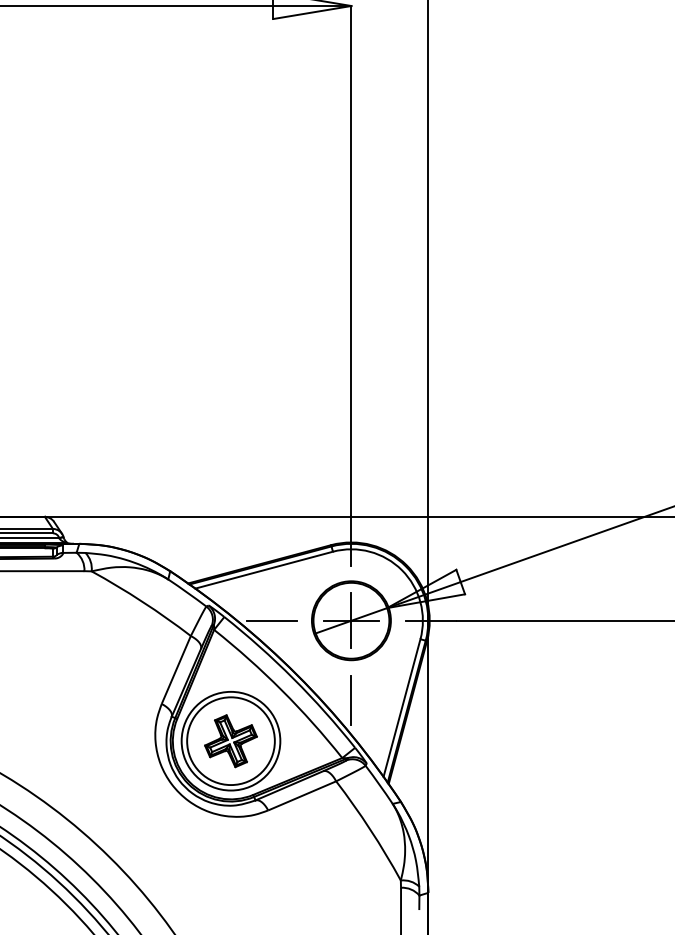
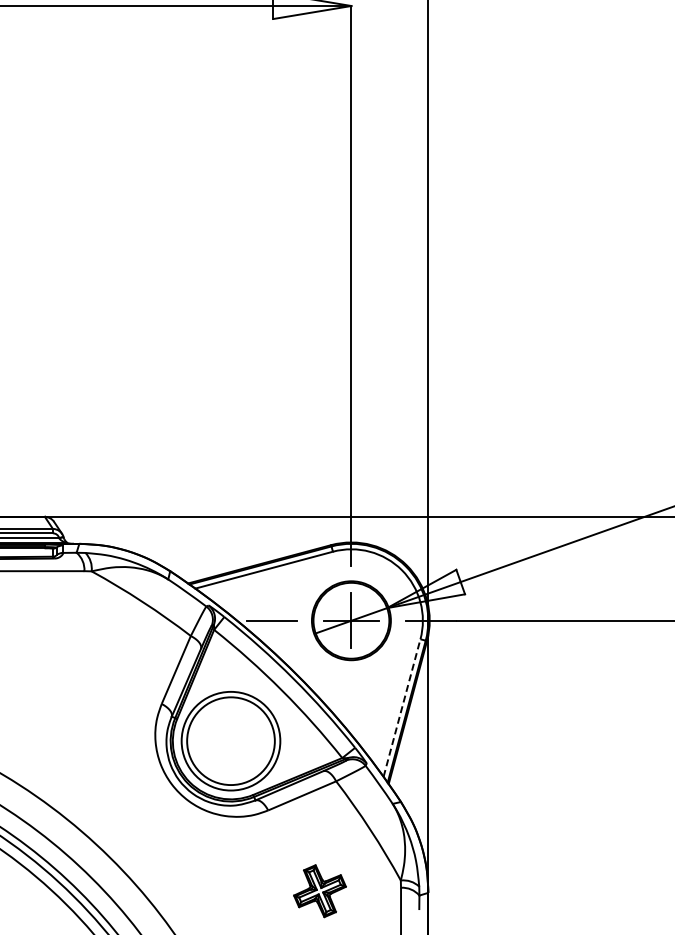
line at (351, 700): present -> none
line at (402, 707): solid -> dashed
part at (230, 741) position: (230, 741) -> (319, 891)
